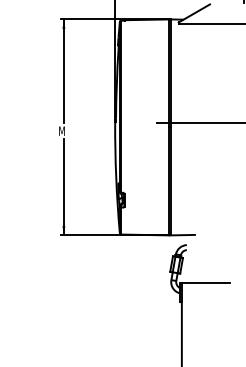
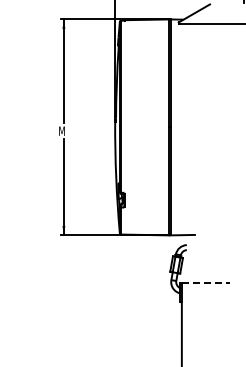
line at (199, 122): present -> none
line at (206, 283): solid -> dashed
